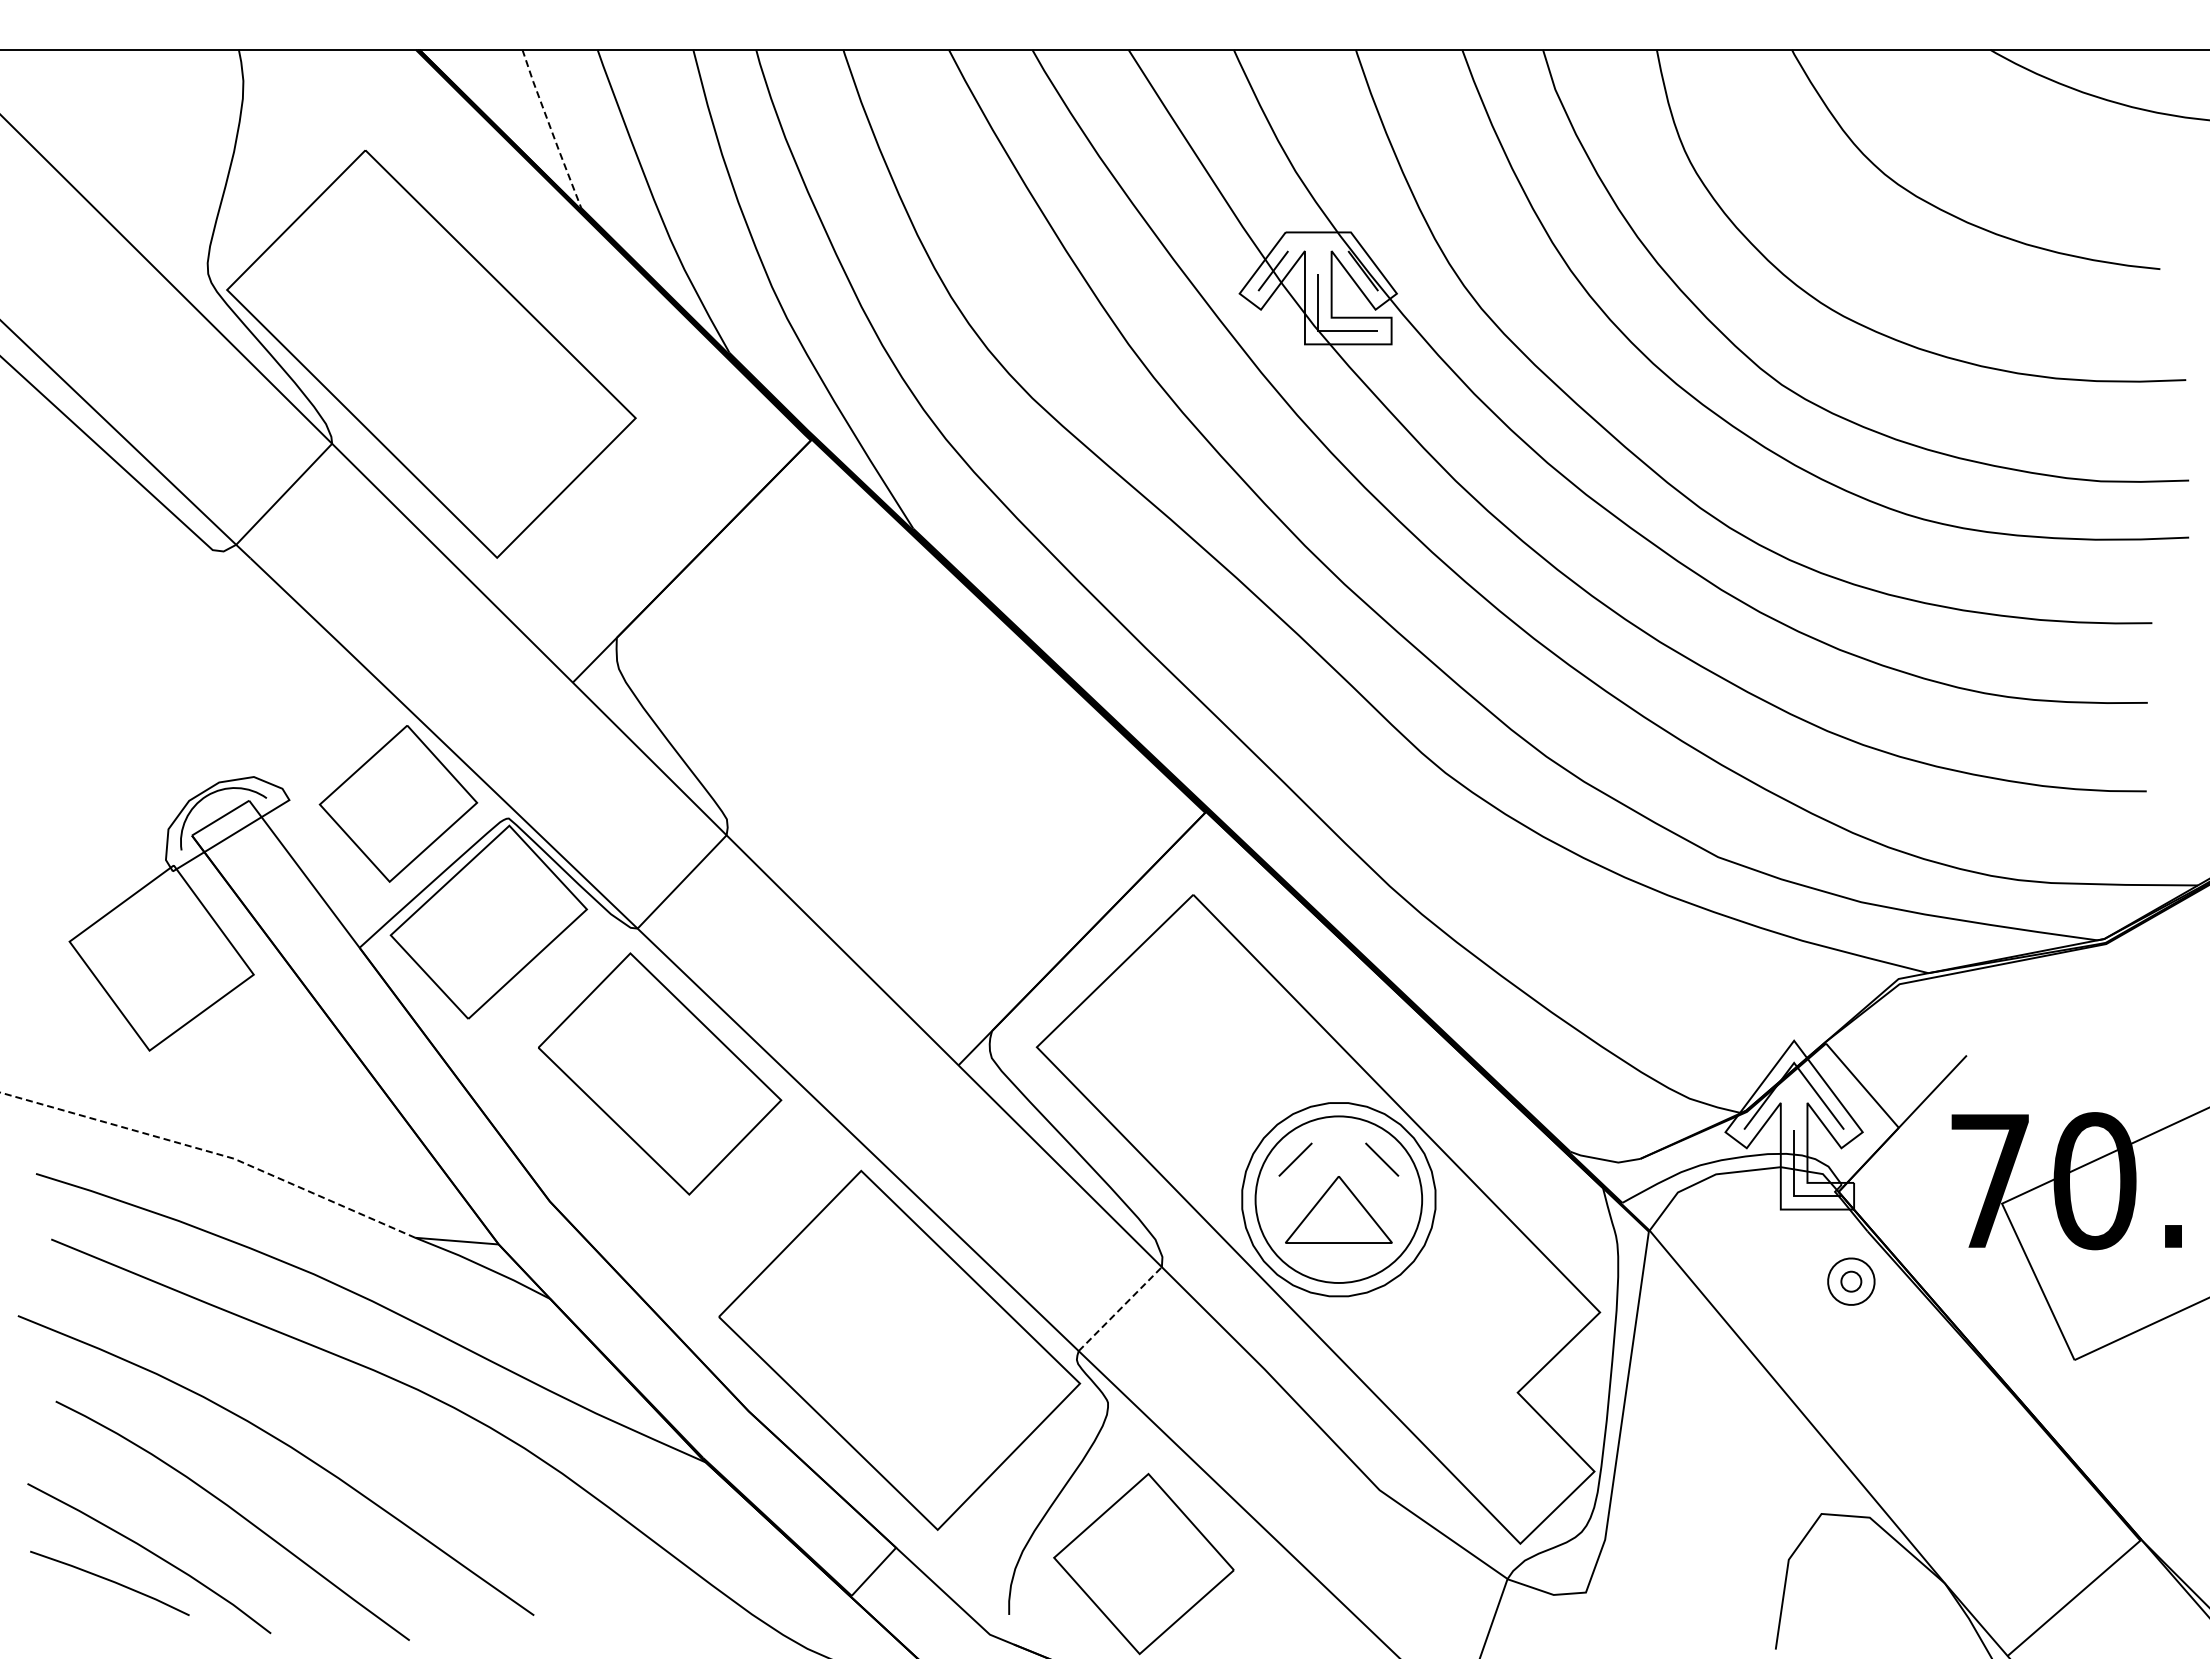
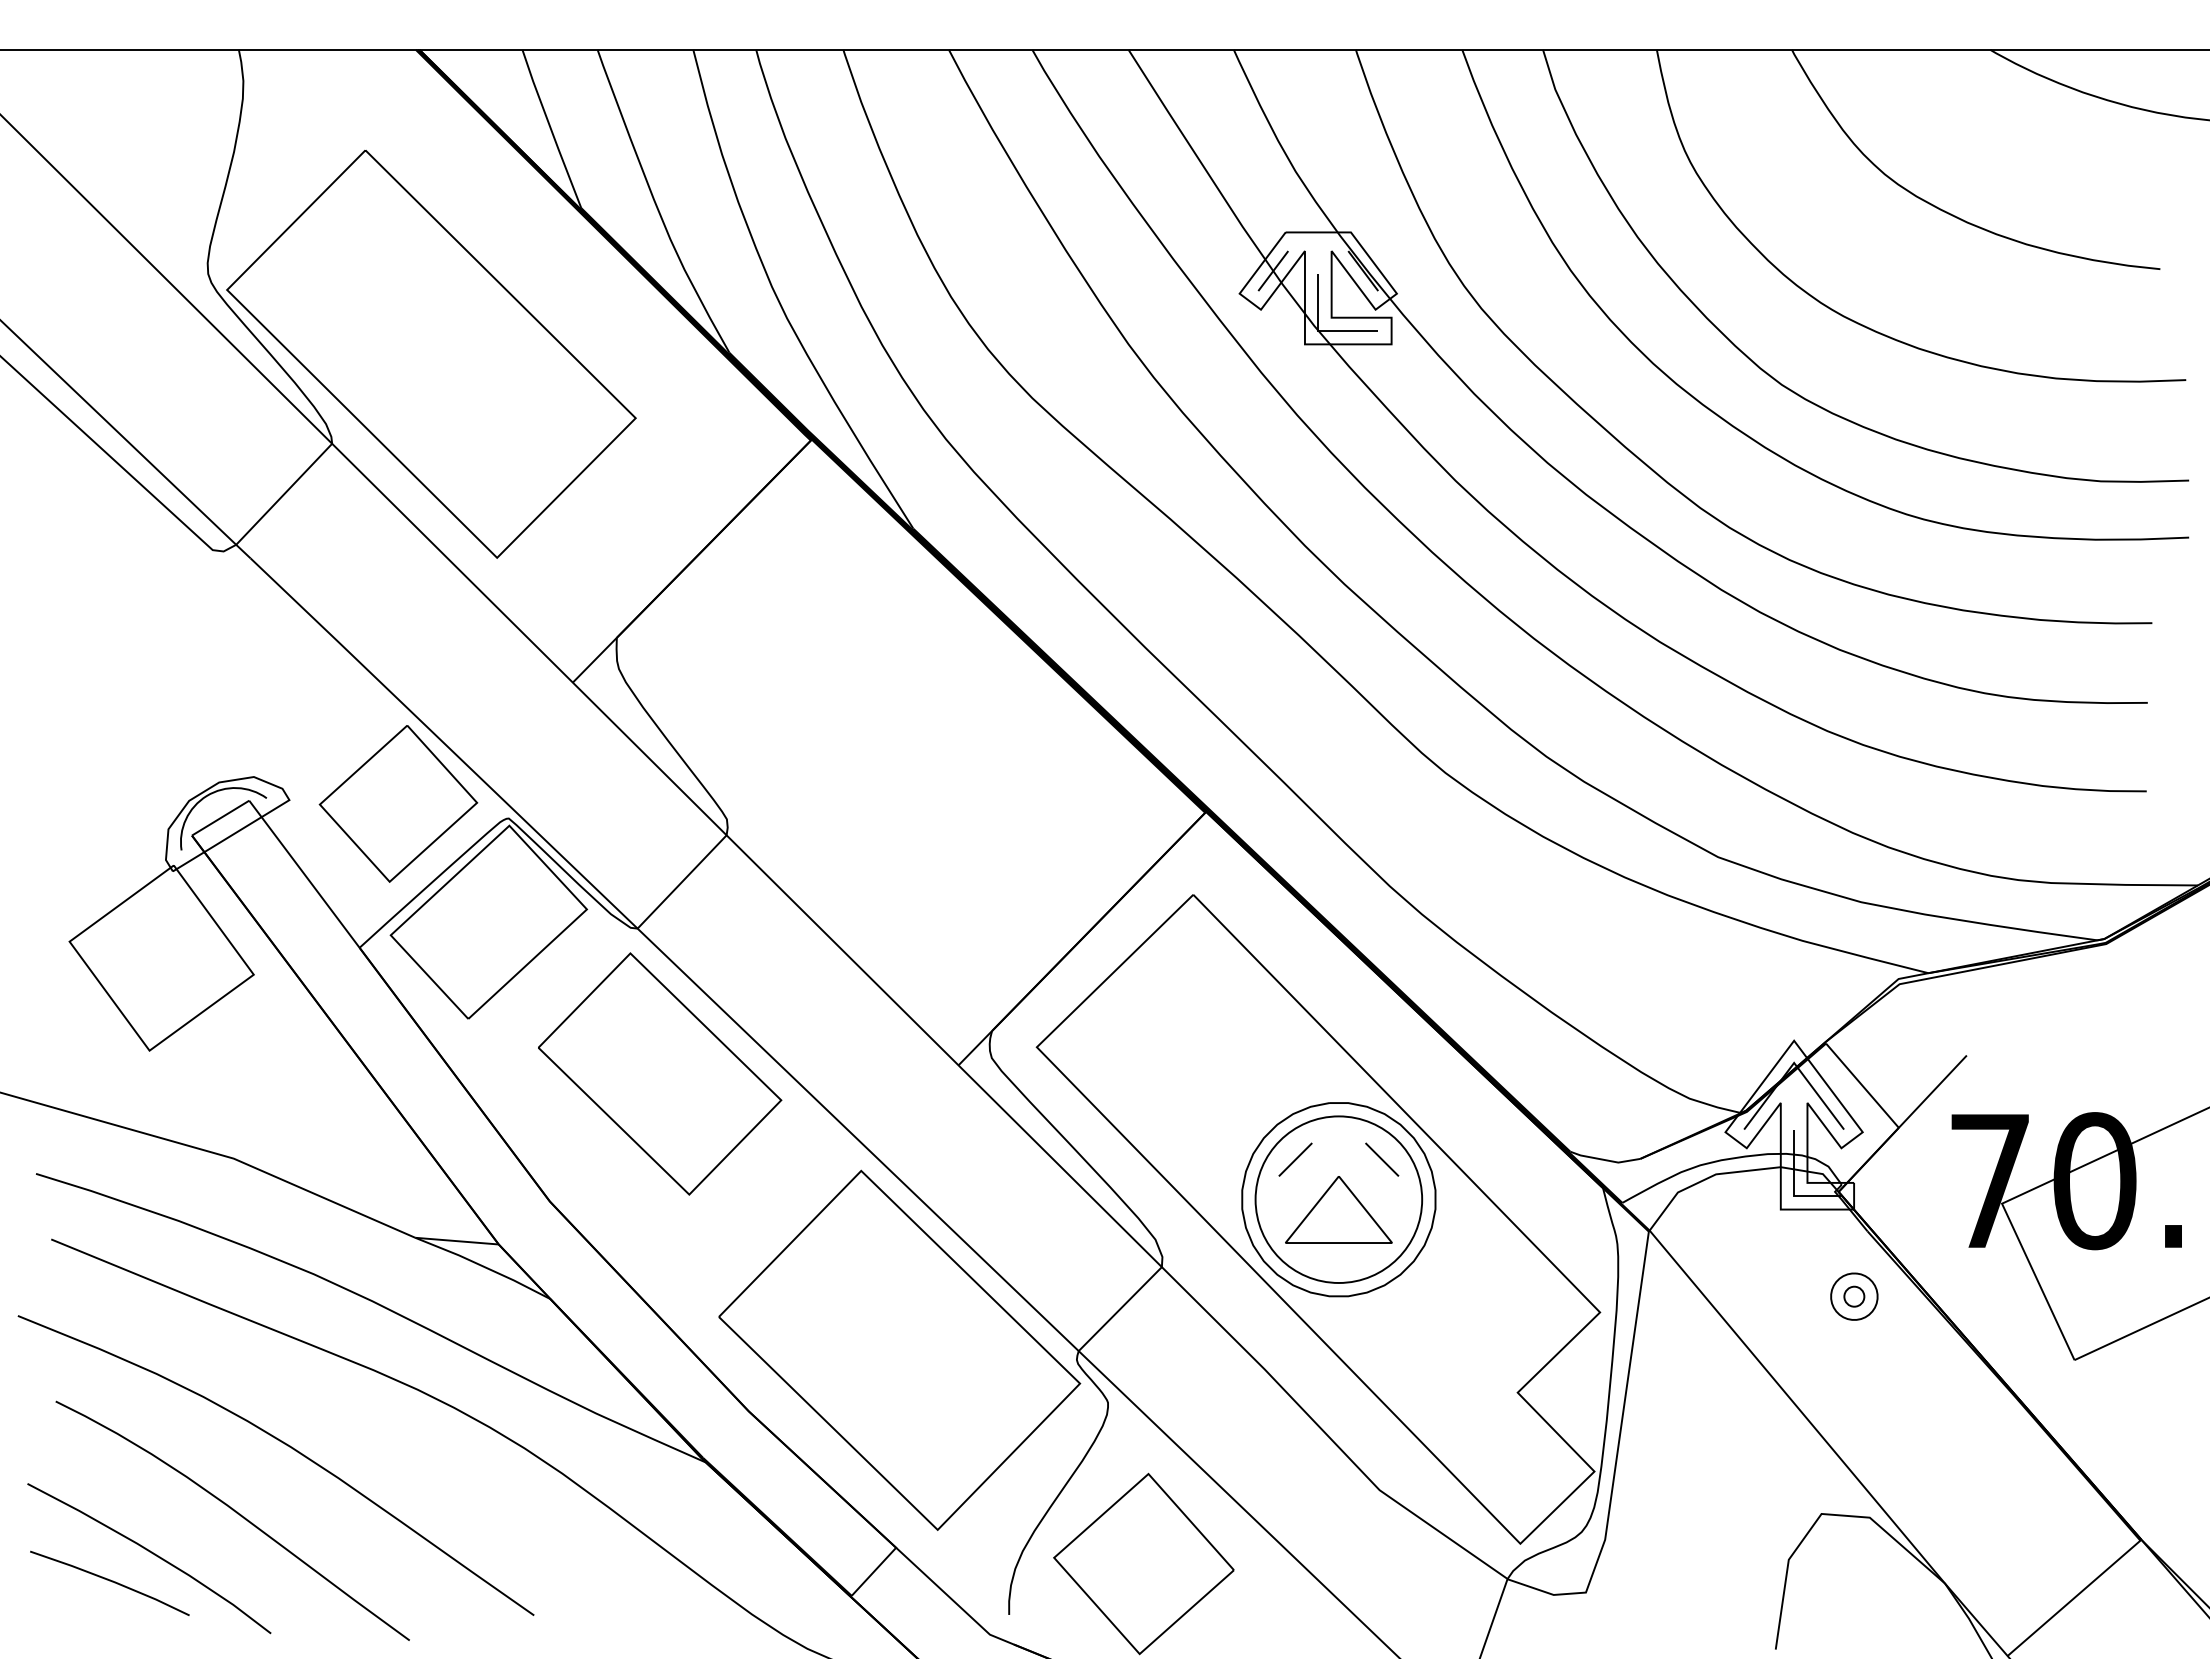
line at (551, 129): dashed -> solid
line at (212, 1152): dashed -> solid
part at (1851, 1281) position: (1851, 1281) -> (1854, 1296)
line at (1120, 1308): dashed -> solid
